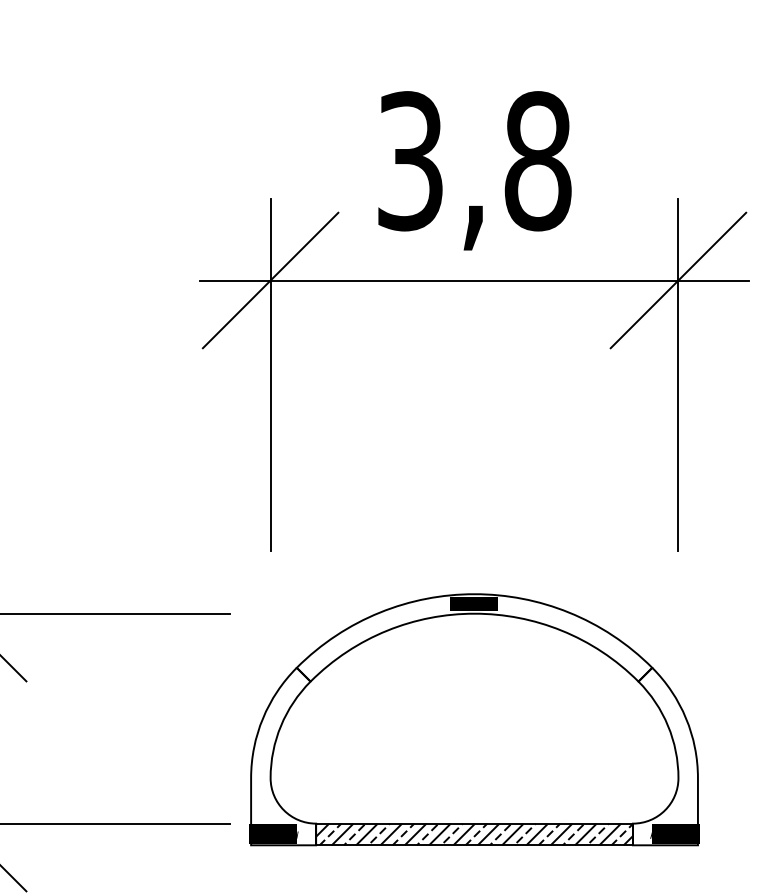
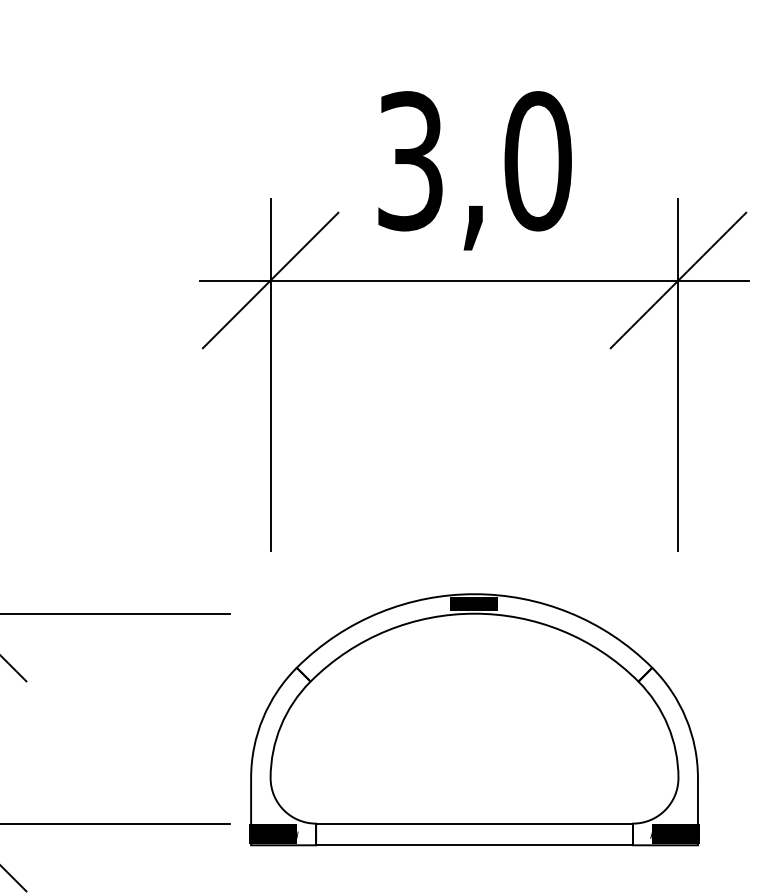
text at (537, 161): 3,8 -> 3,0
hatch at (474, 834): present -> none
